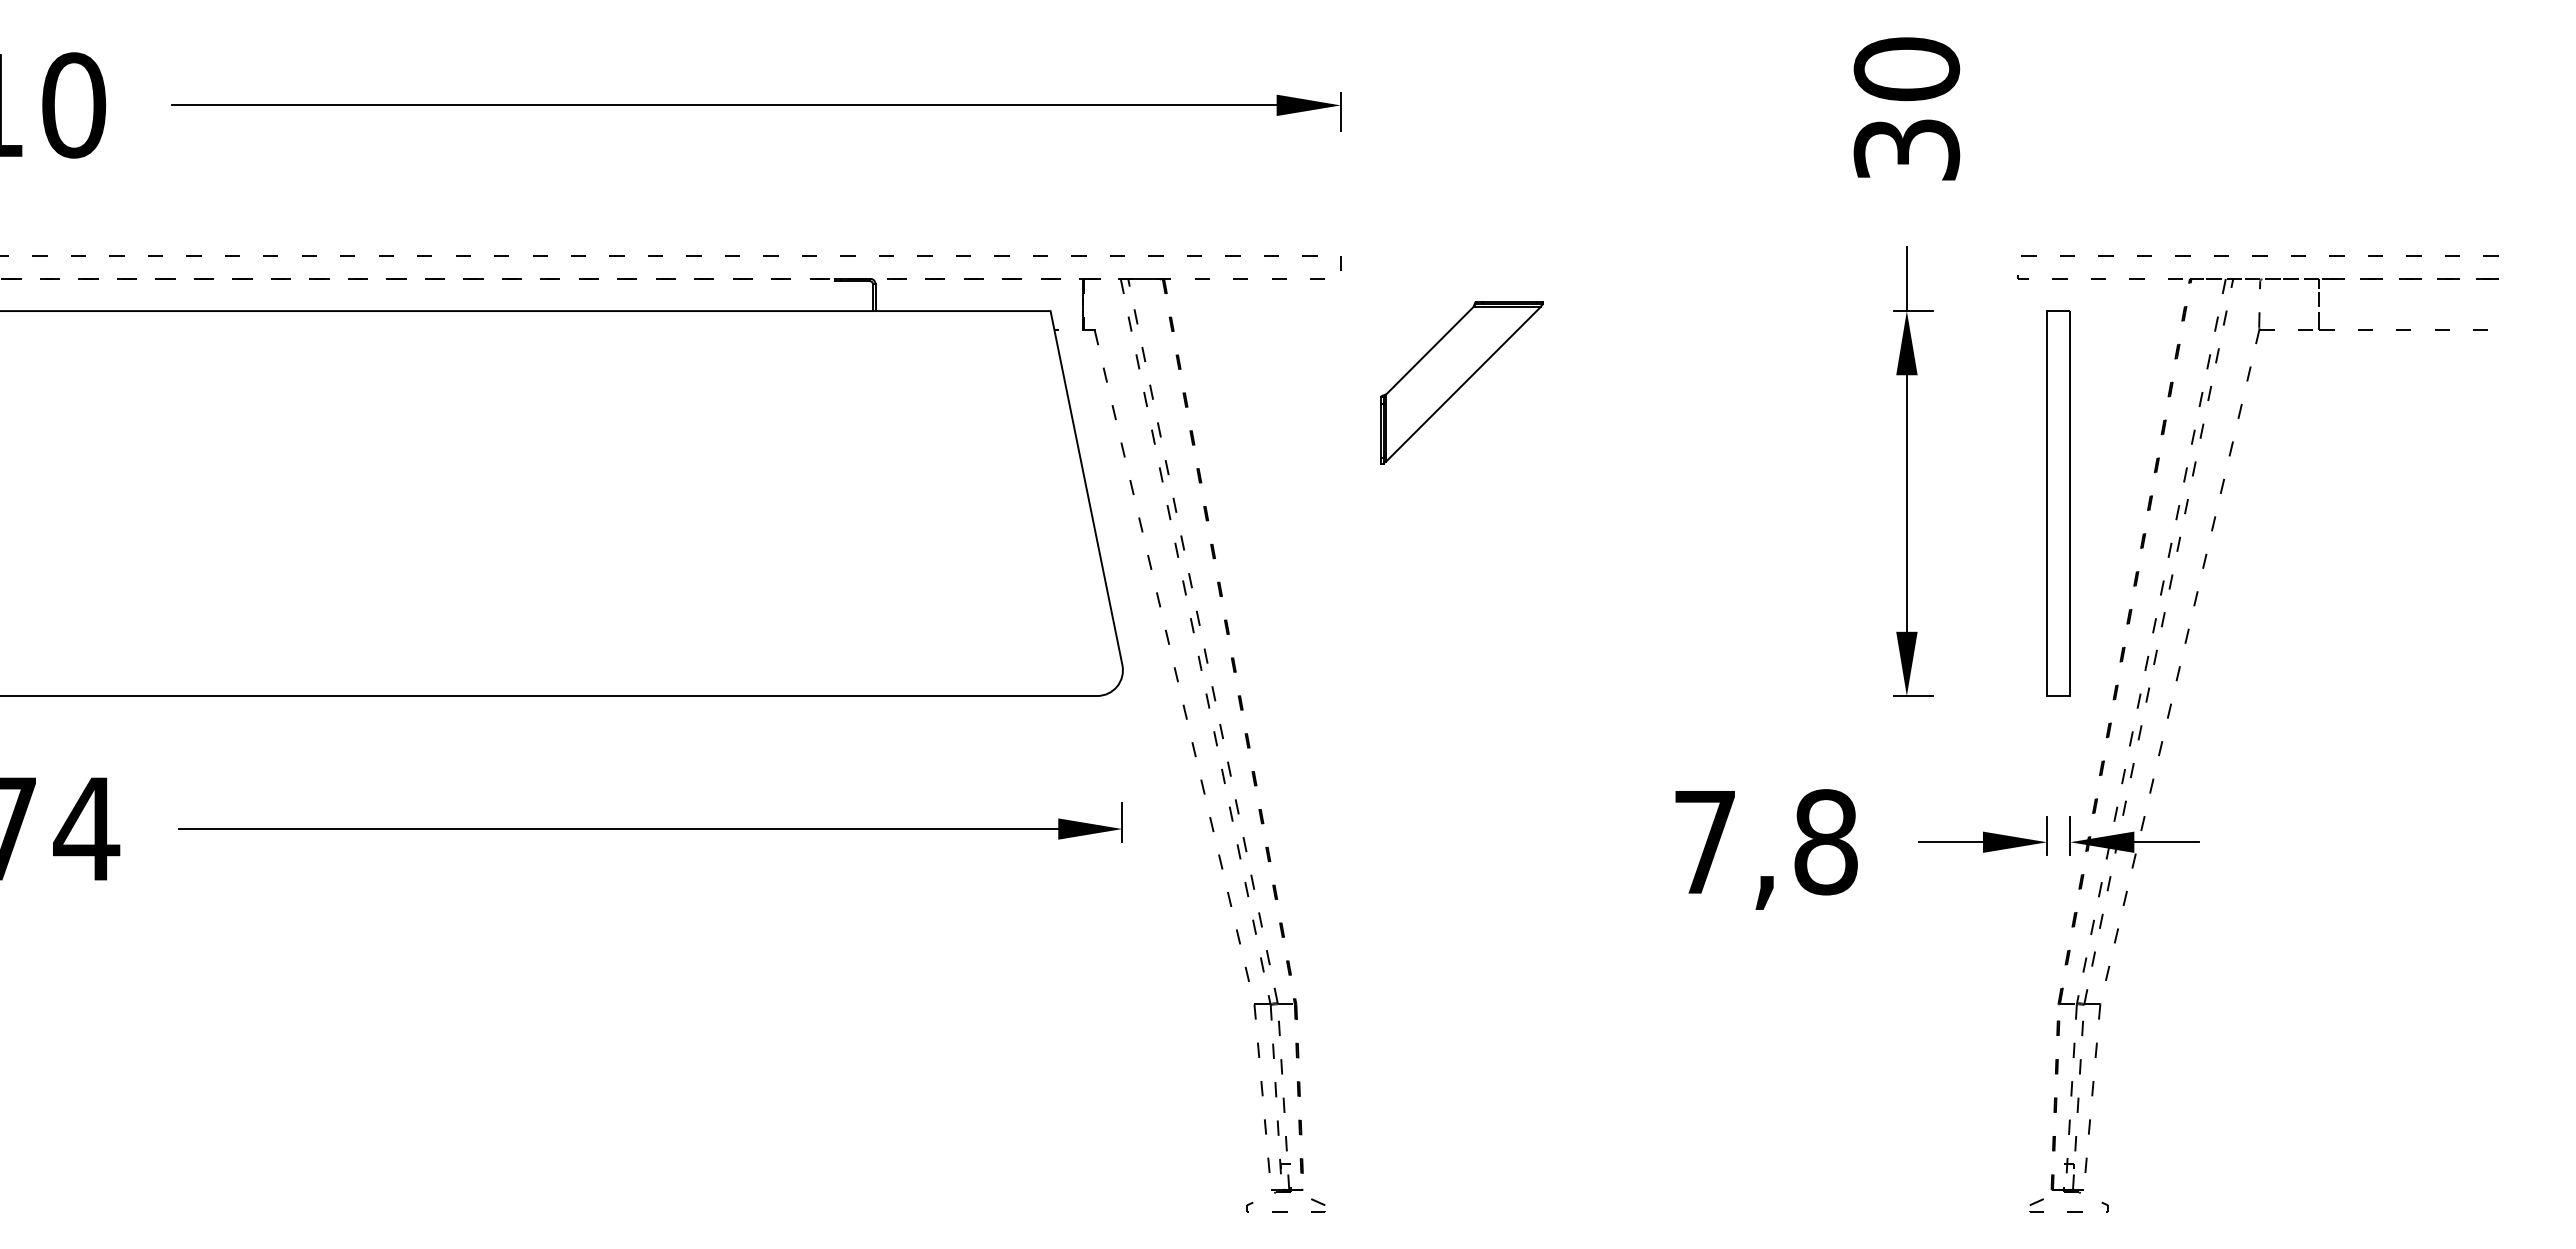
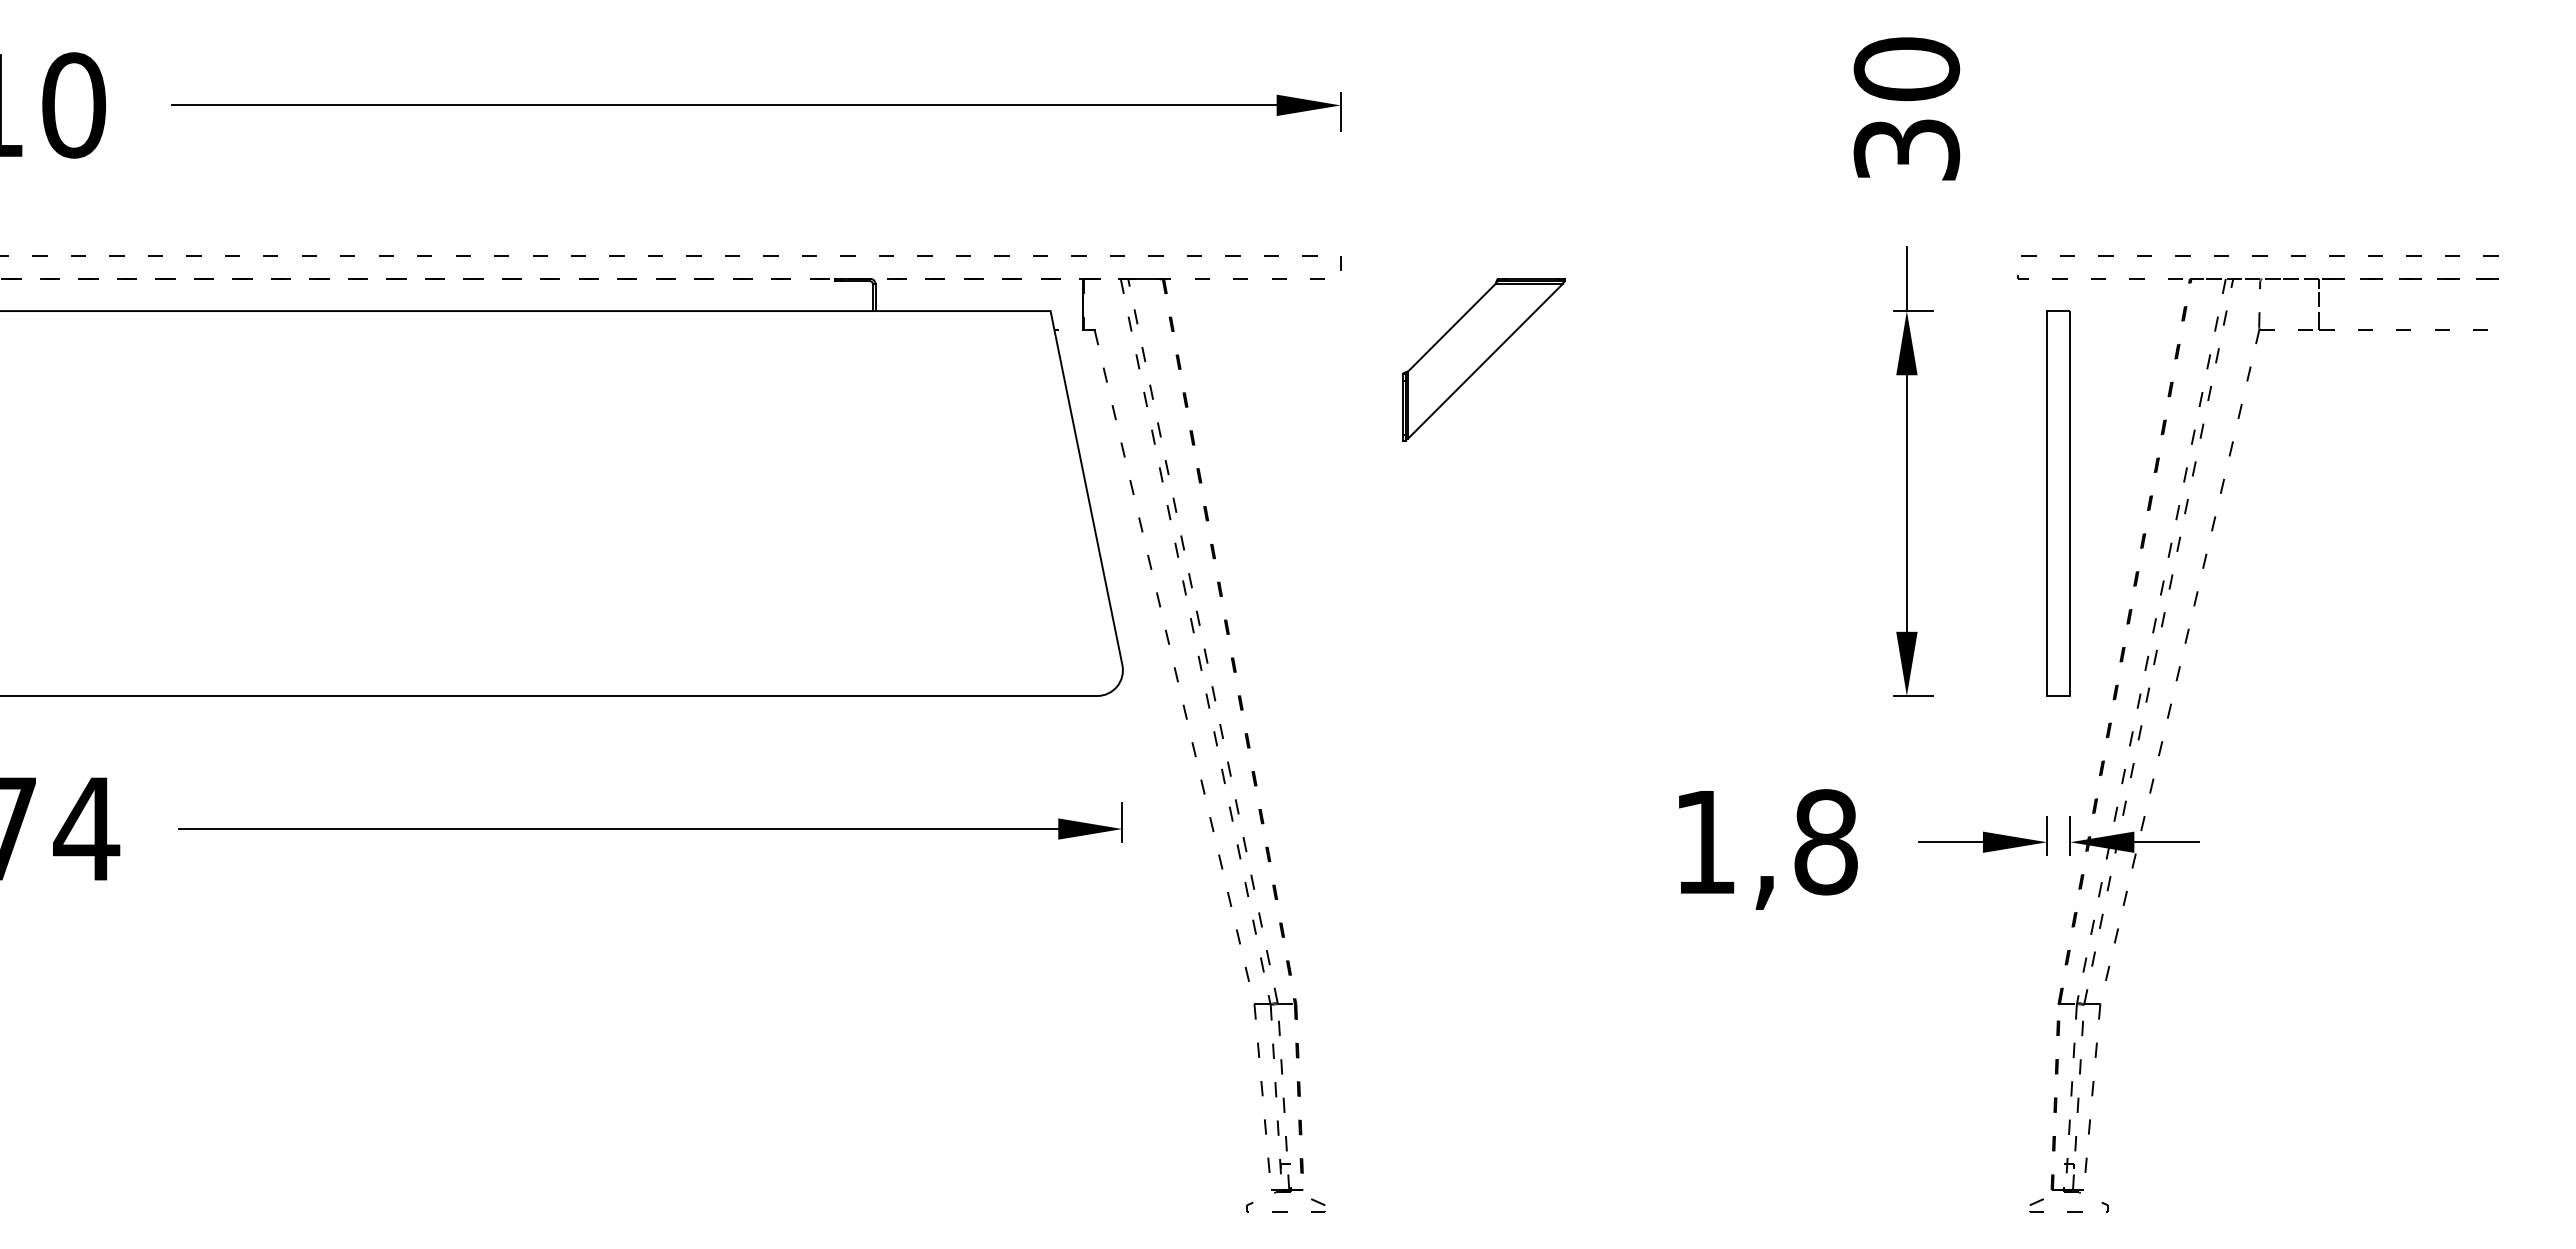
part at (1461, 382) position: (1461, 382) -> (1483, 359)
text at (1704, 842): 7,8 -> 1,8
